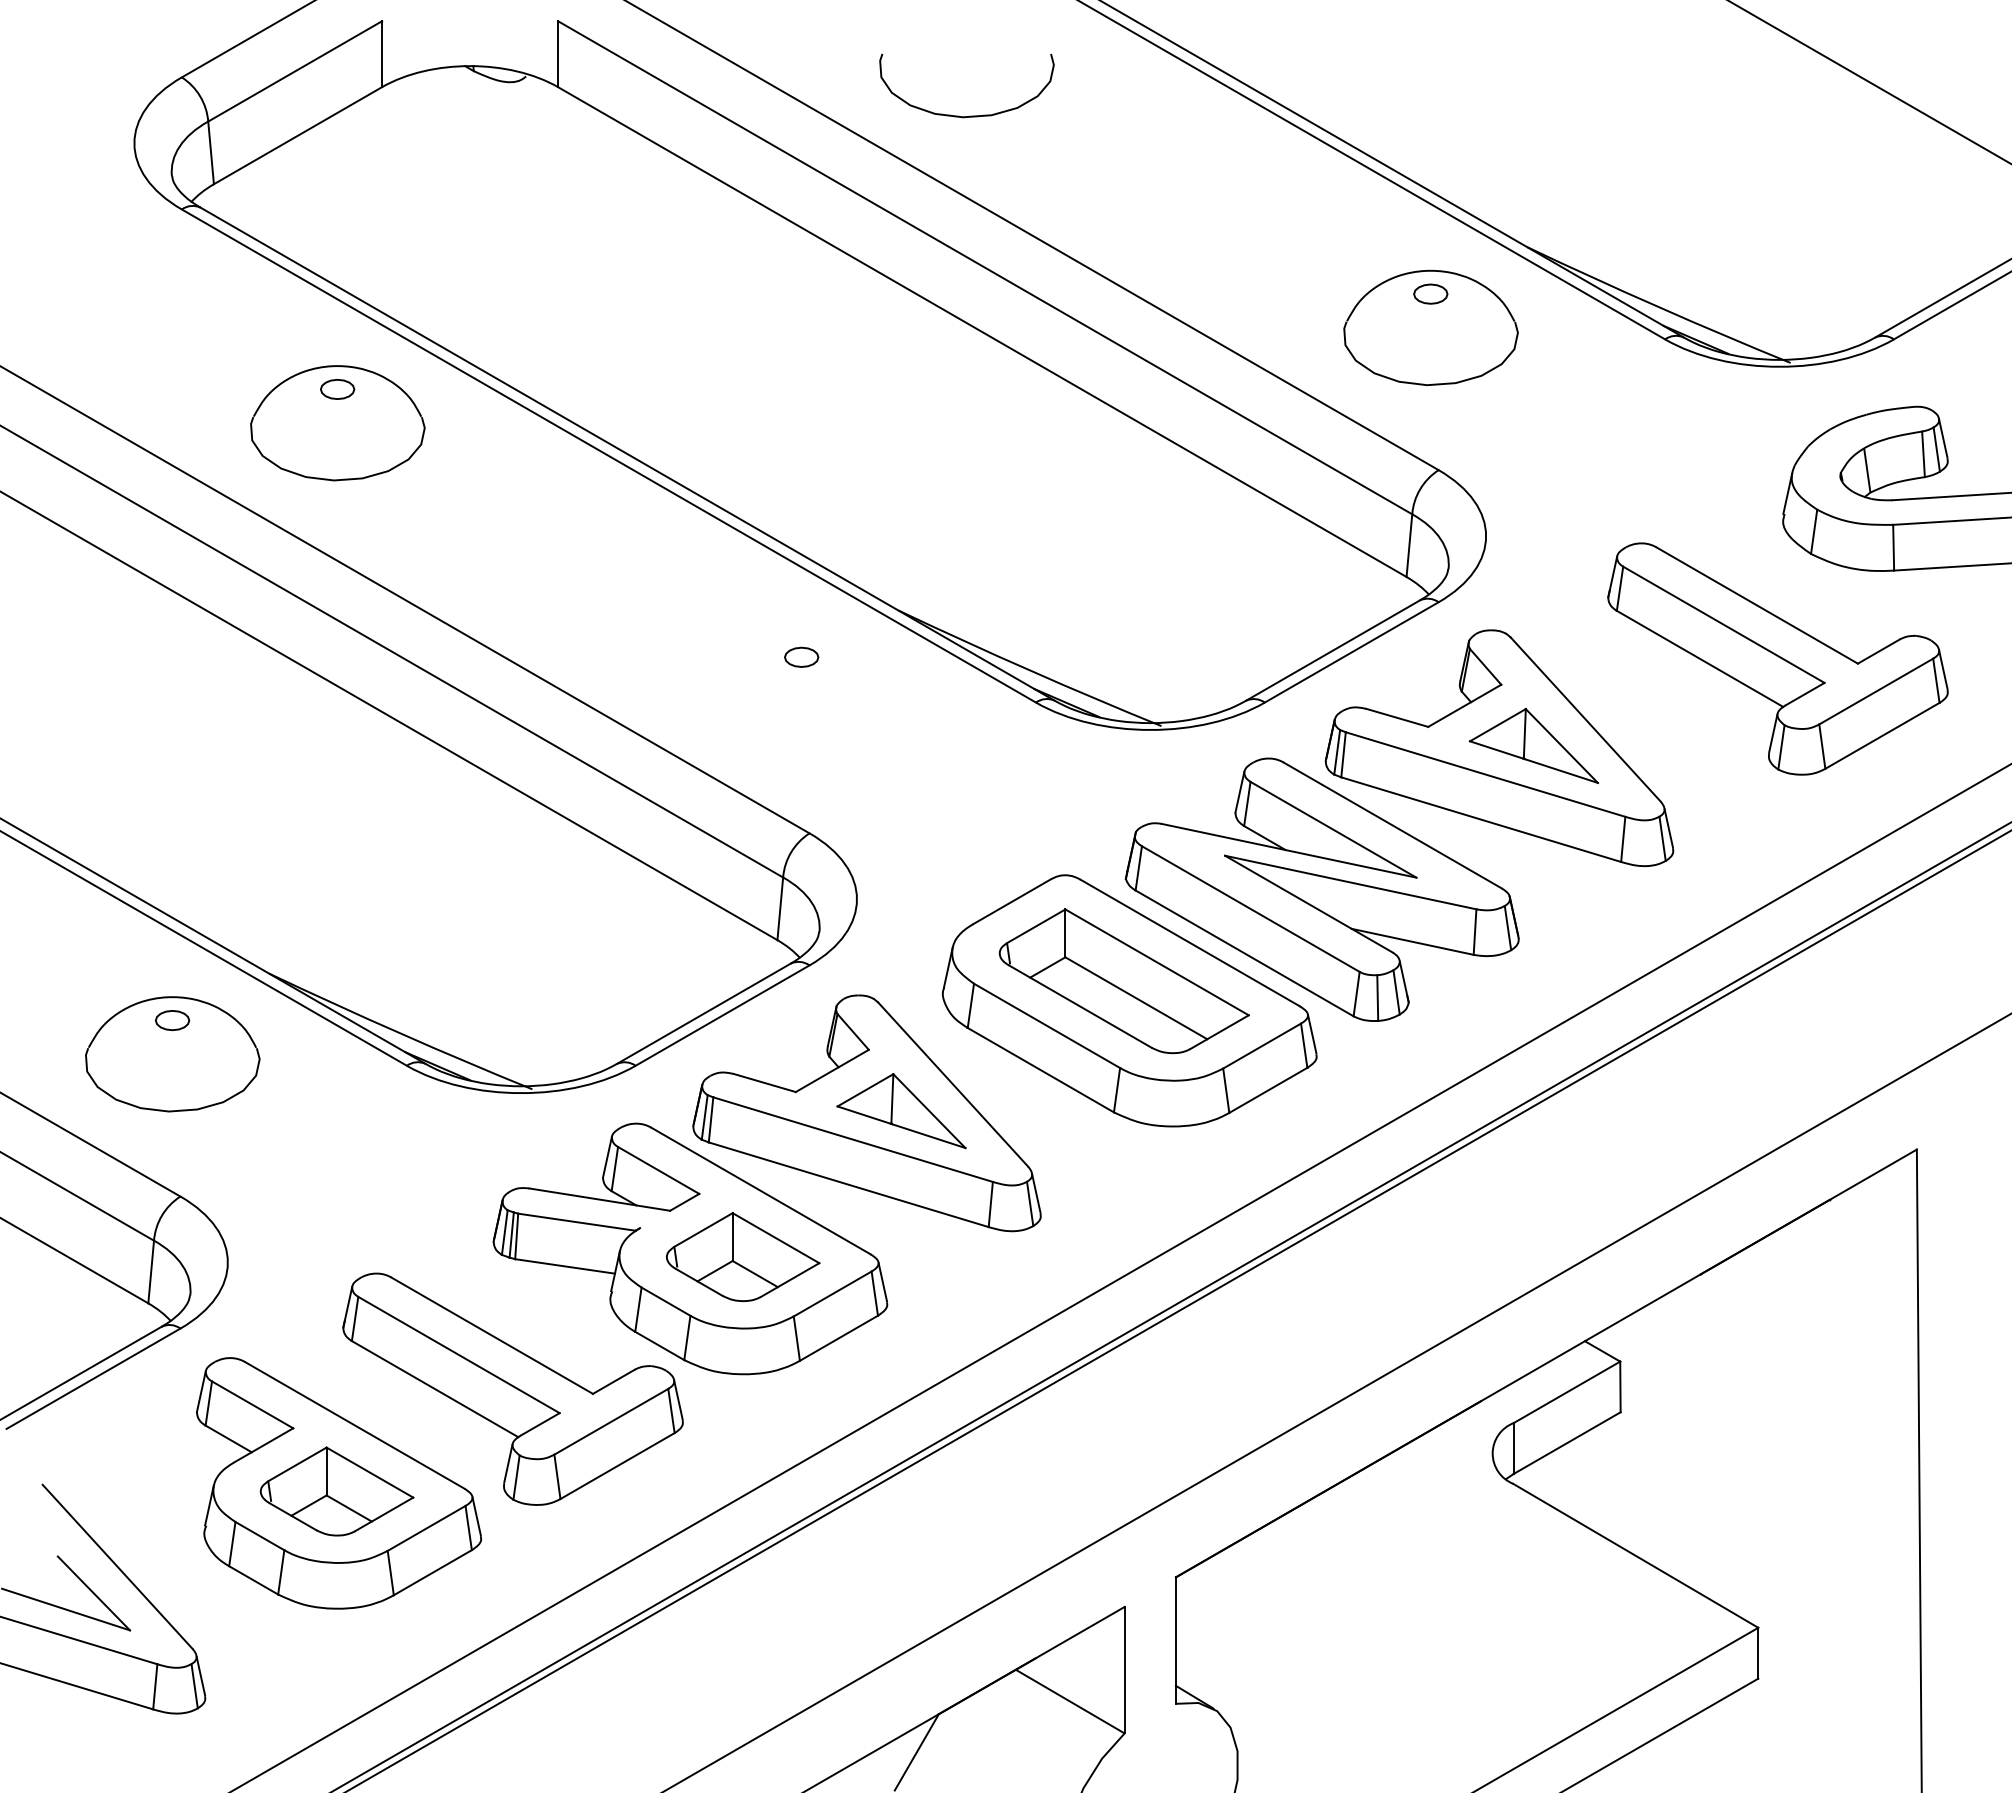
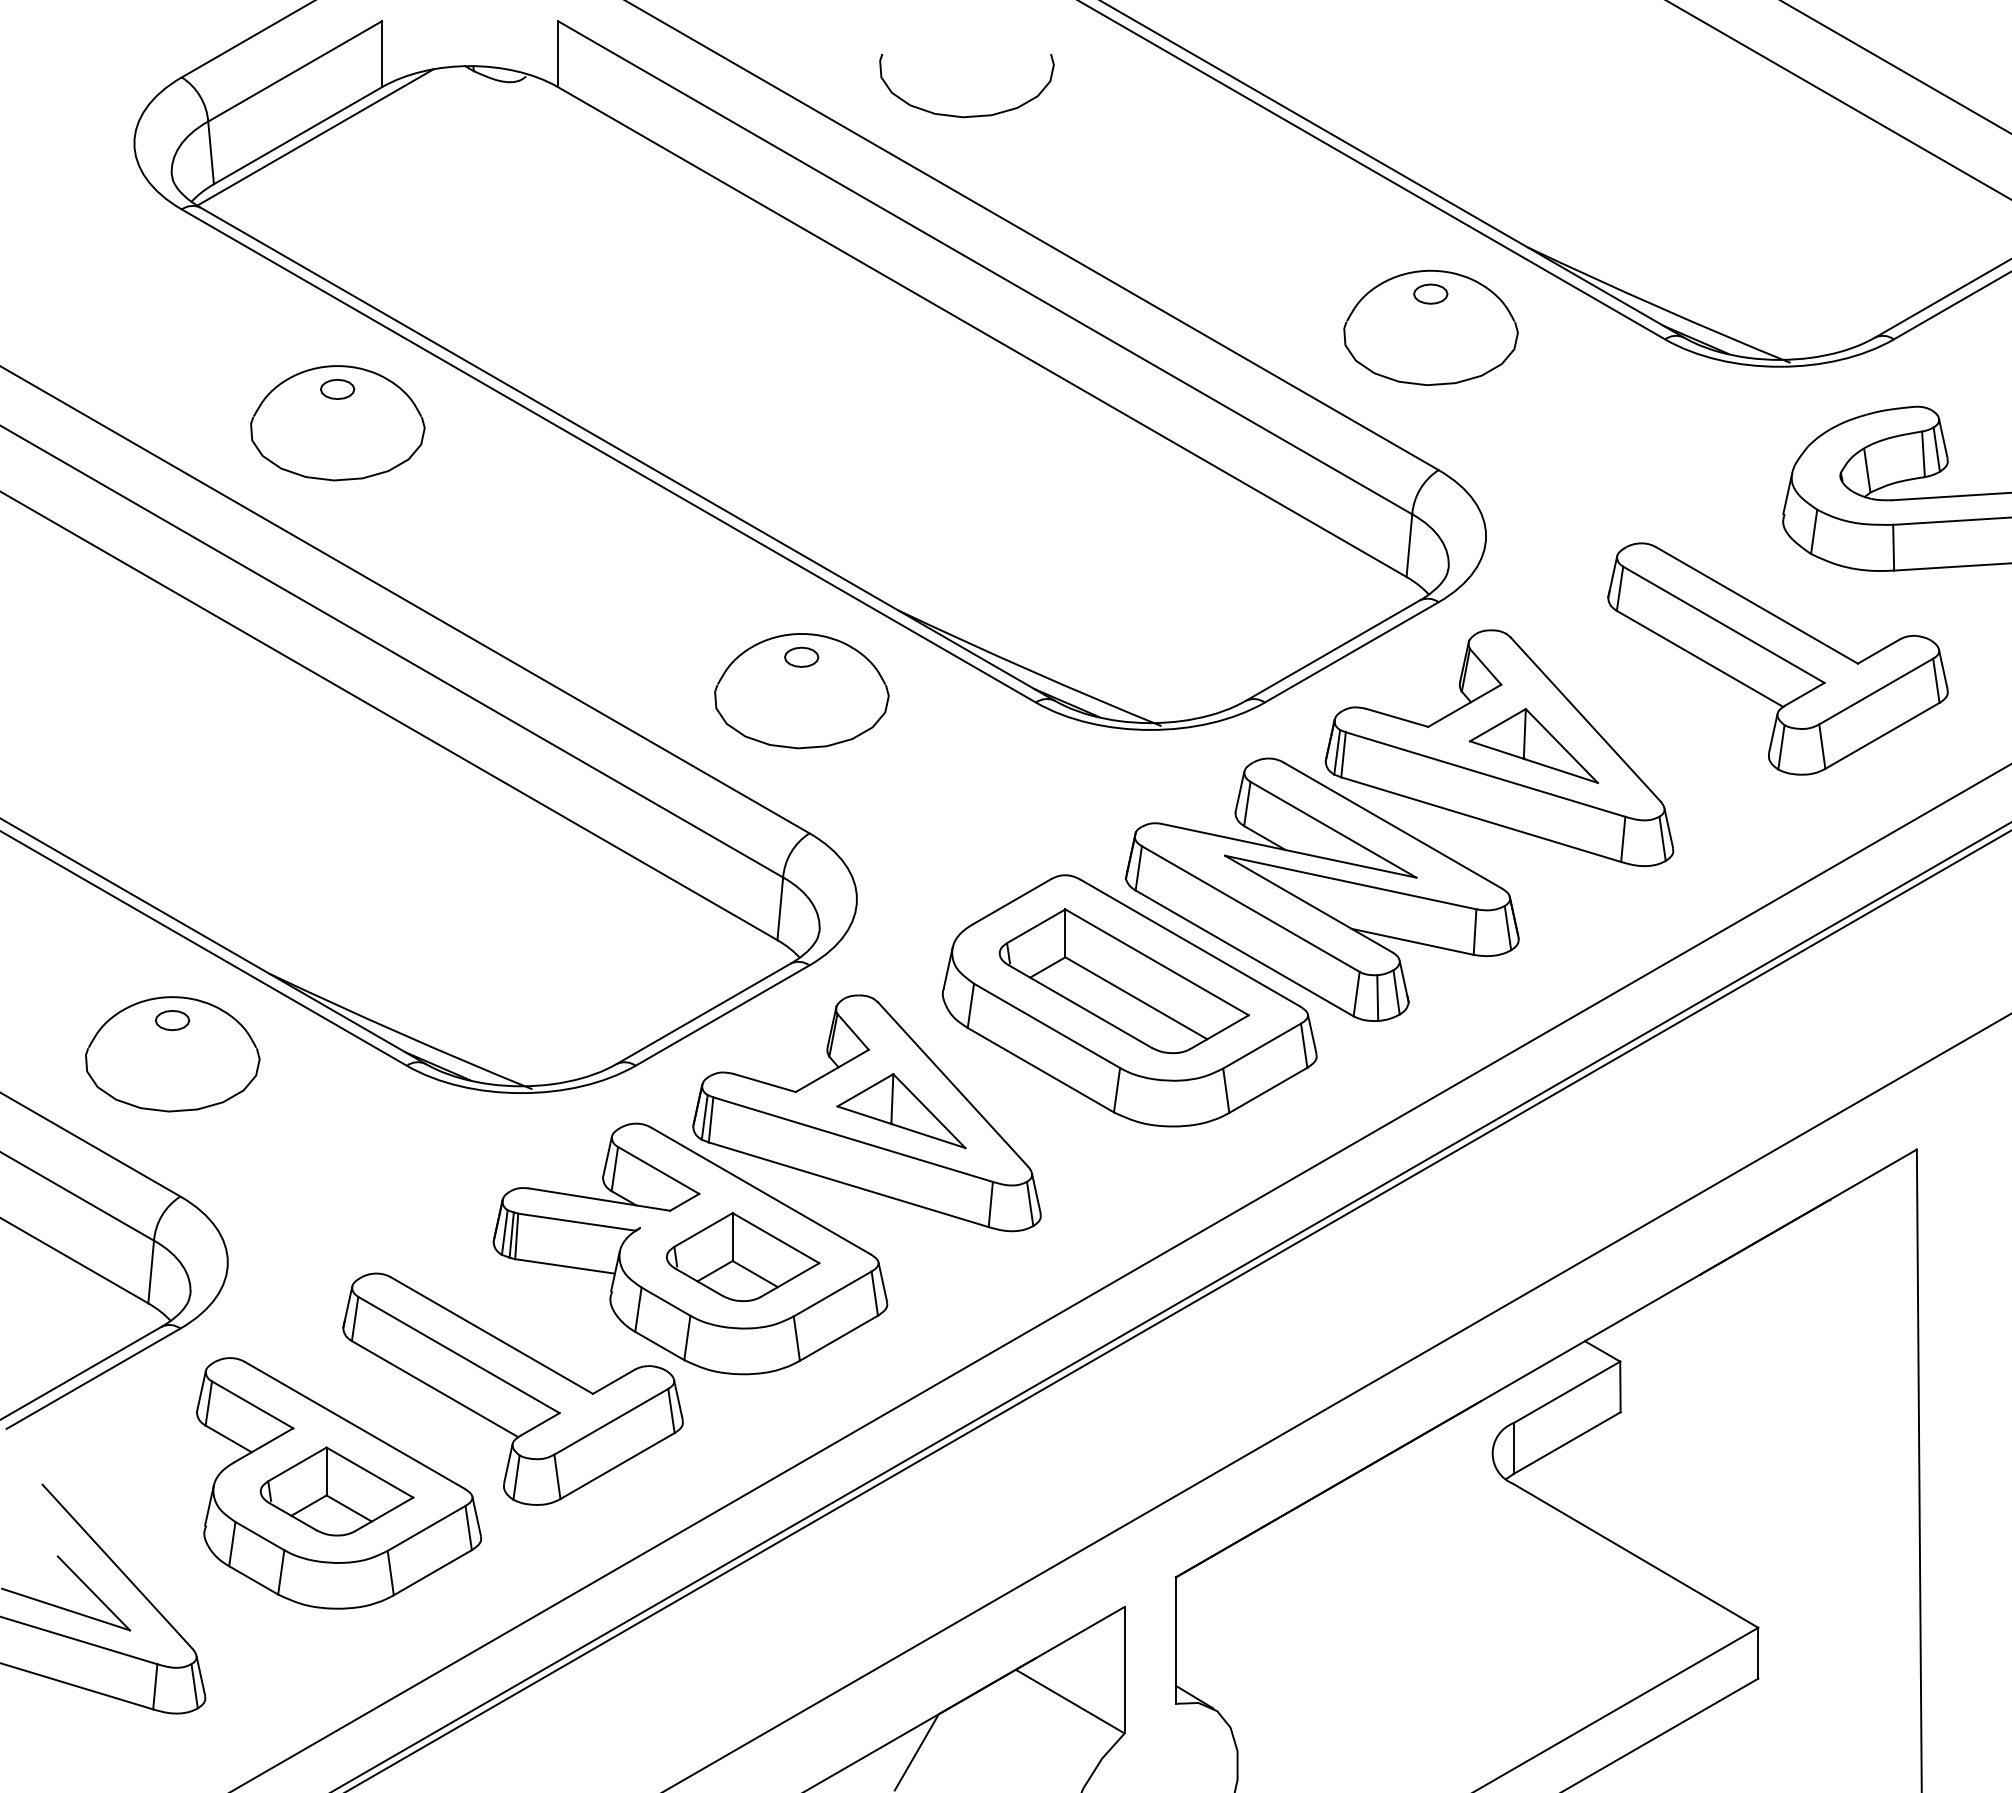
line at (1895, 67): none -> present
line at (1869, 82) position: (1869, 82) -> (1838, 100)
line at (315, 137): none -> present
part at (801, 691): none -> present
